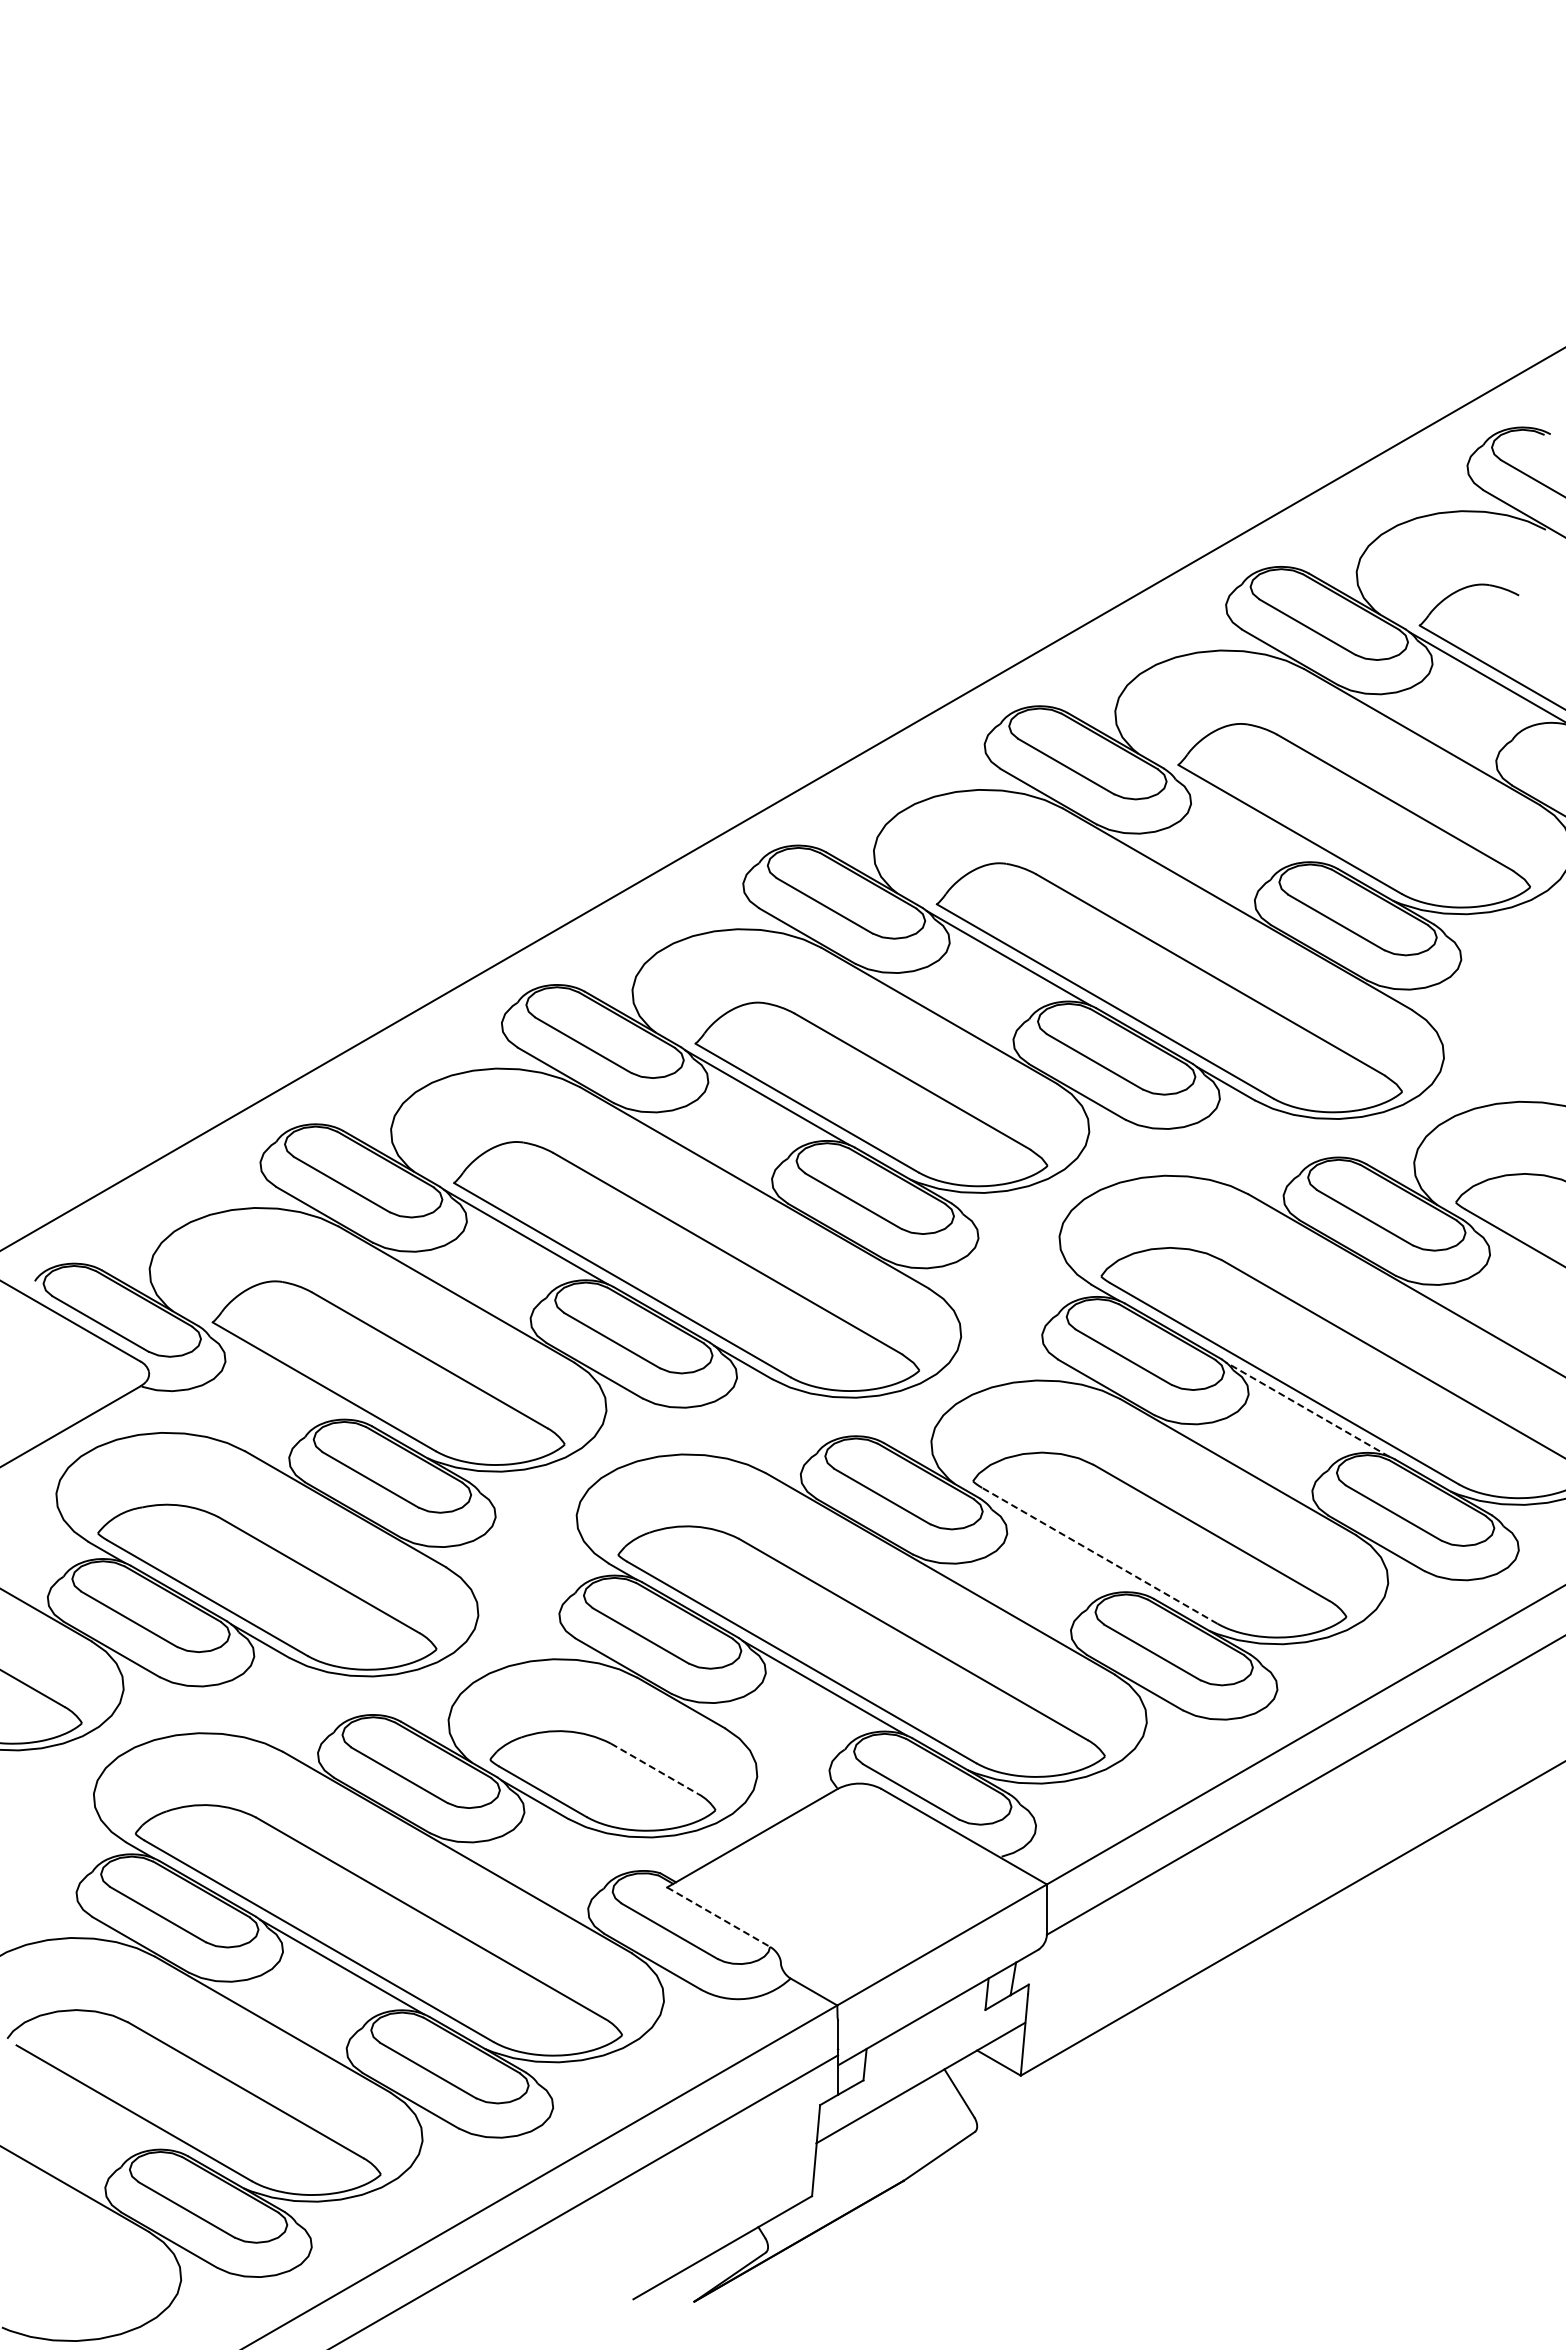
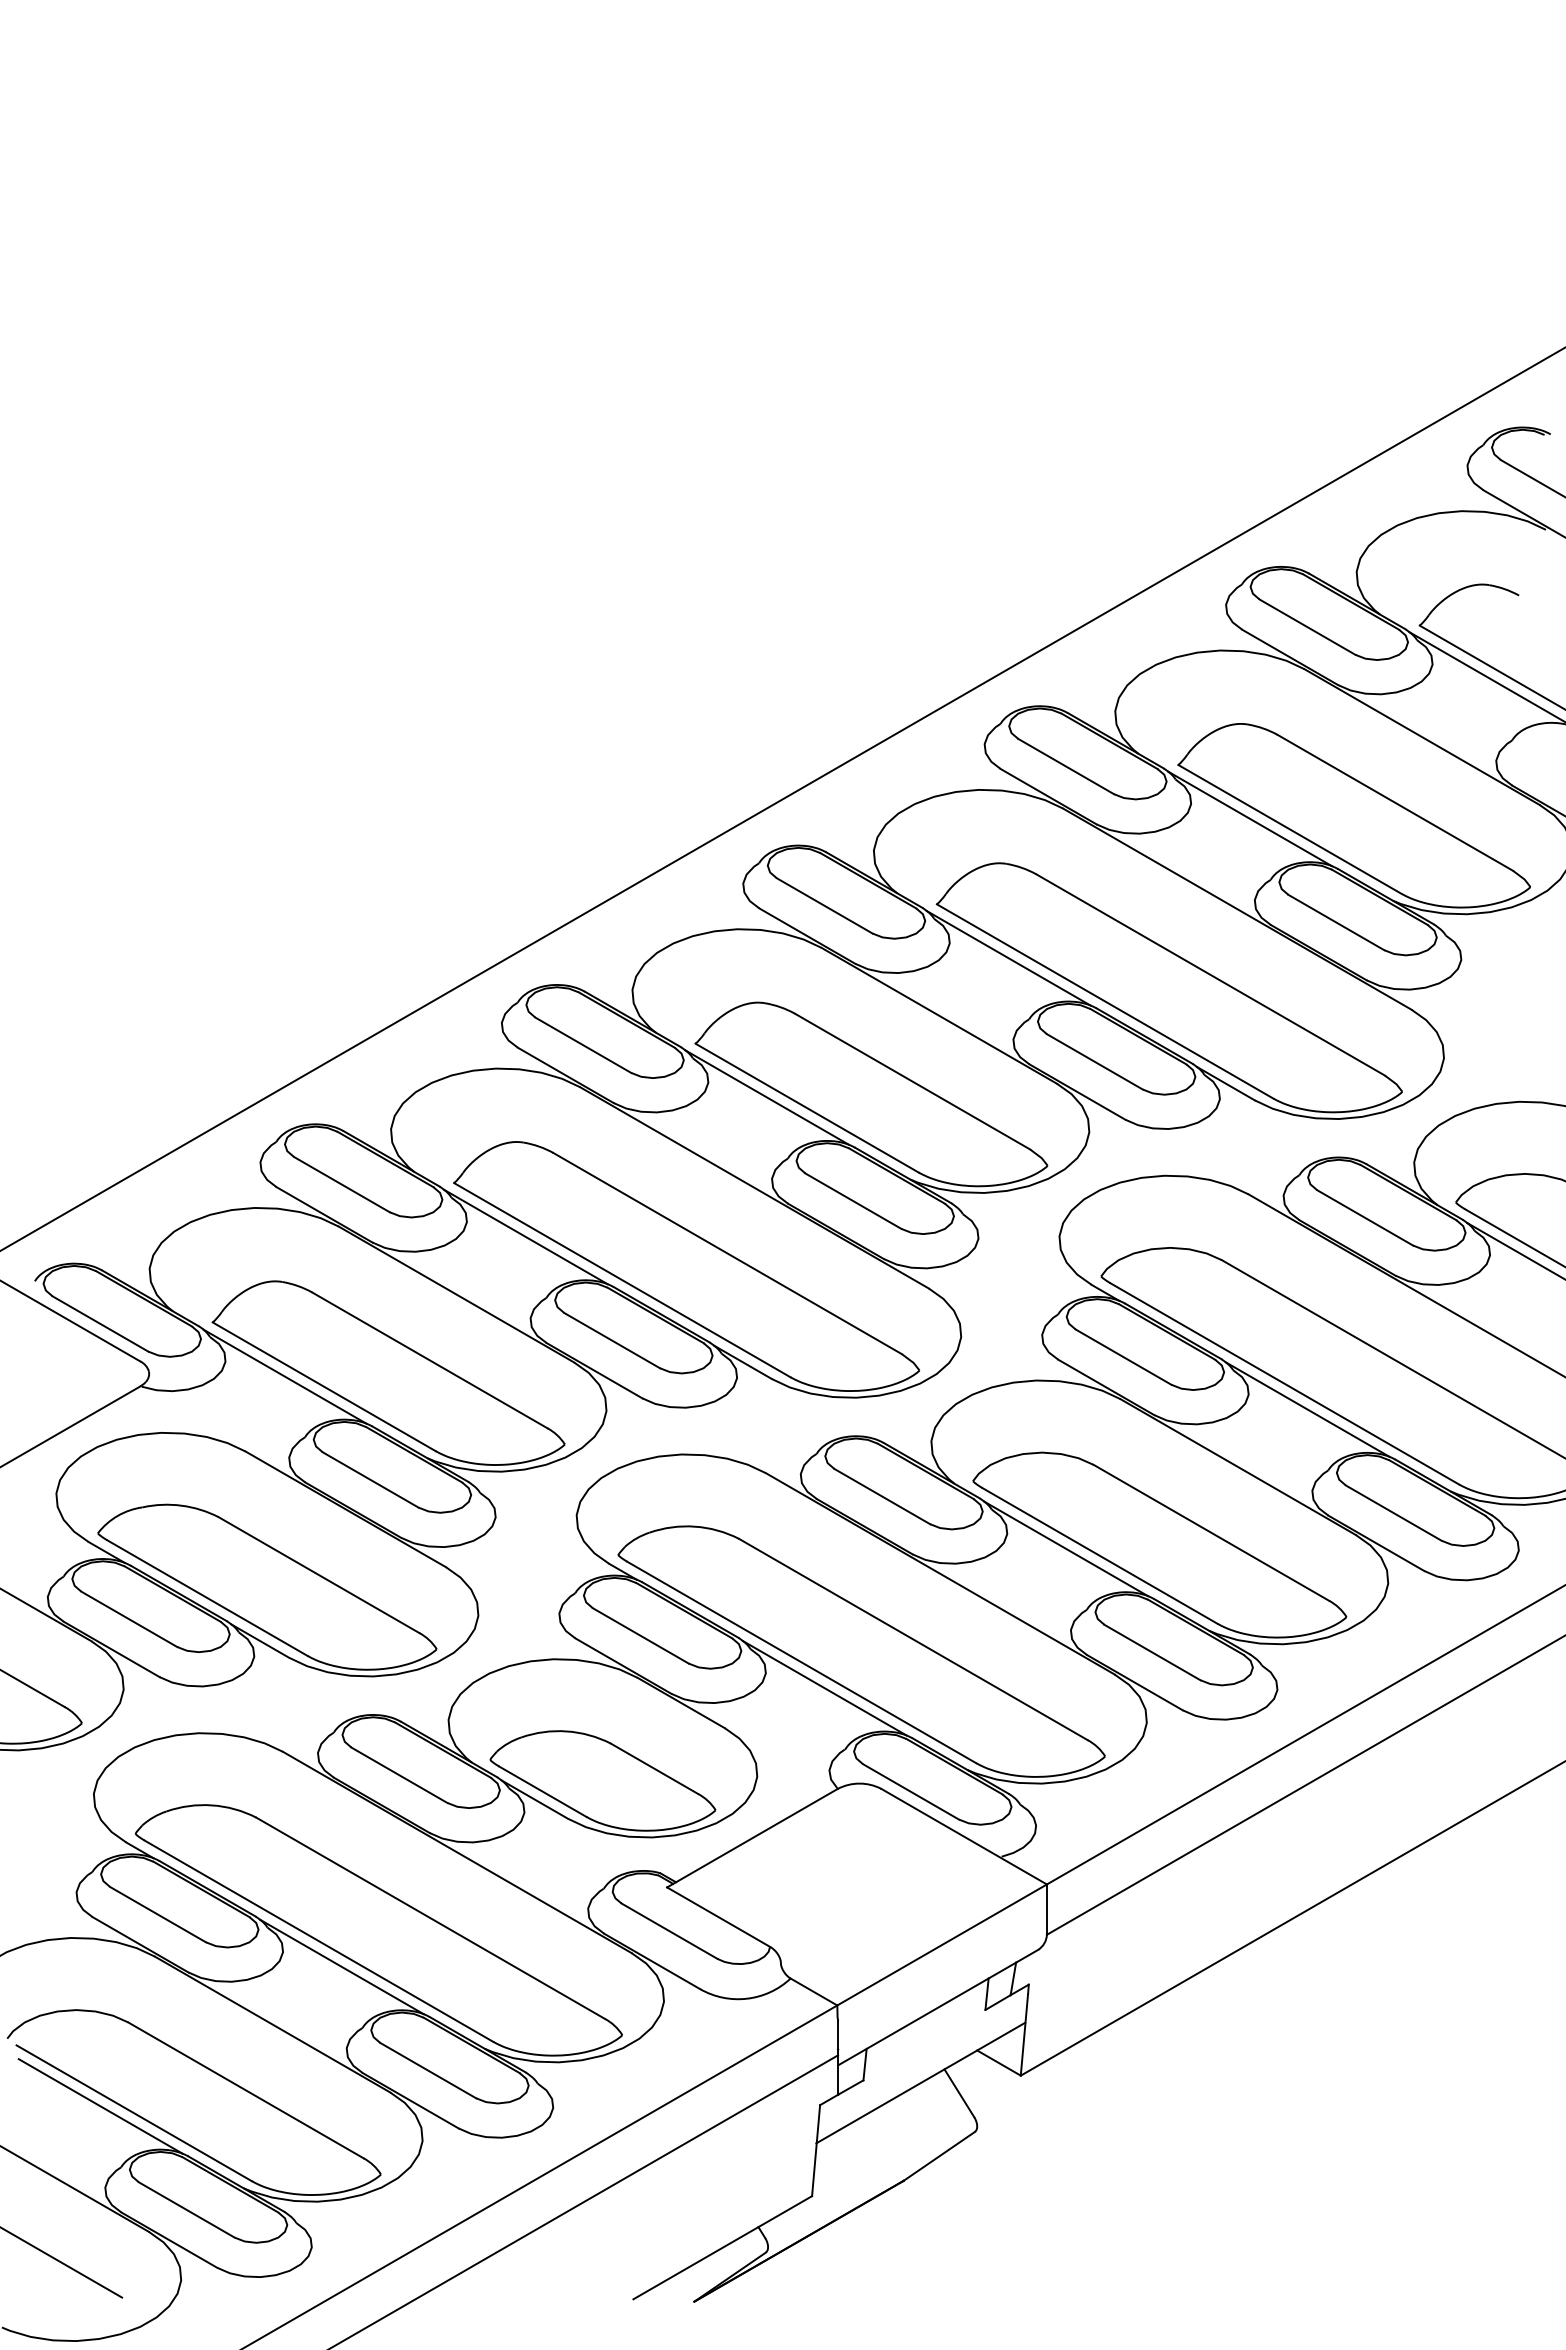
line at (1249, 818): none -> present
line at (1514, 1250): none -> present
line at (284, 1376): none -> present
line at (1307, 1409): dashed -> solid
line at (1066, 1548): none -> present
line at (1099, 1555): dashed -> solid
line at (655, 1769): dashed -> solid
line at (719, 1917): dashed -> solid
line at (100, 2106): none -> present
line at (62, 2262): none -> present
